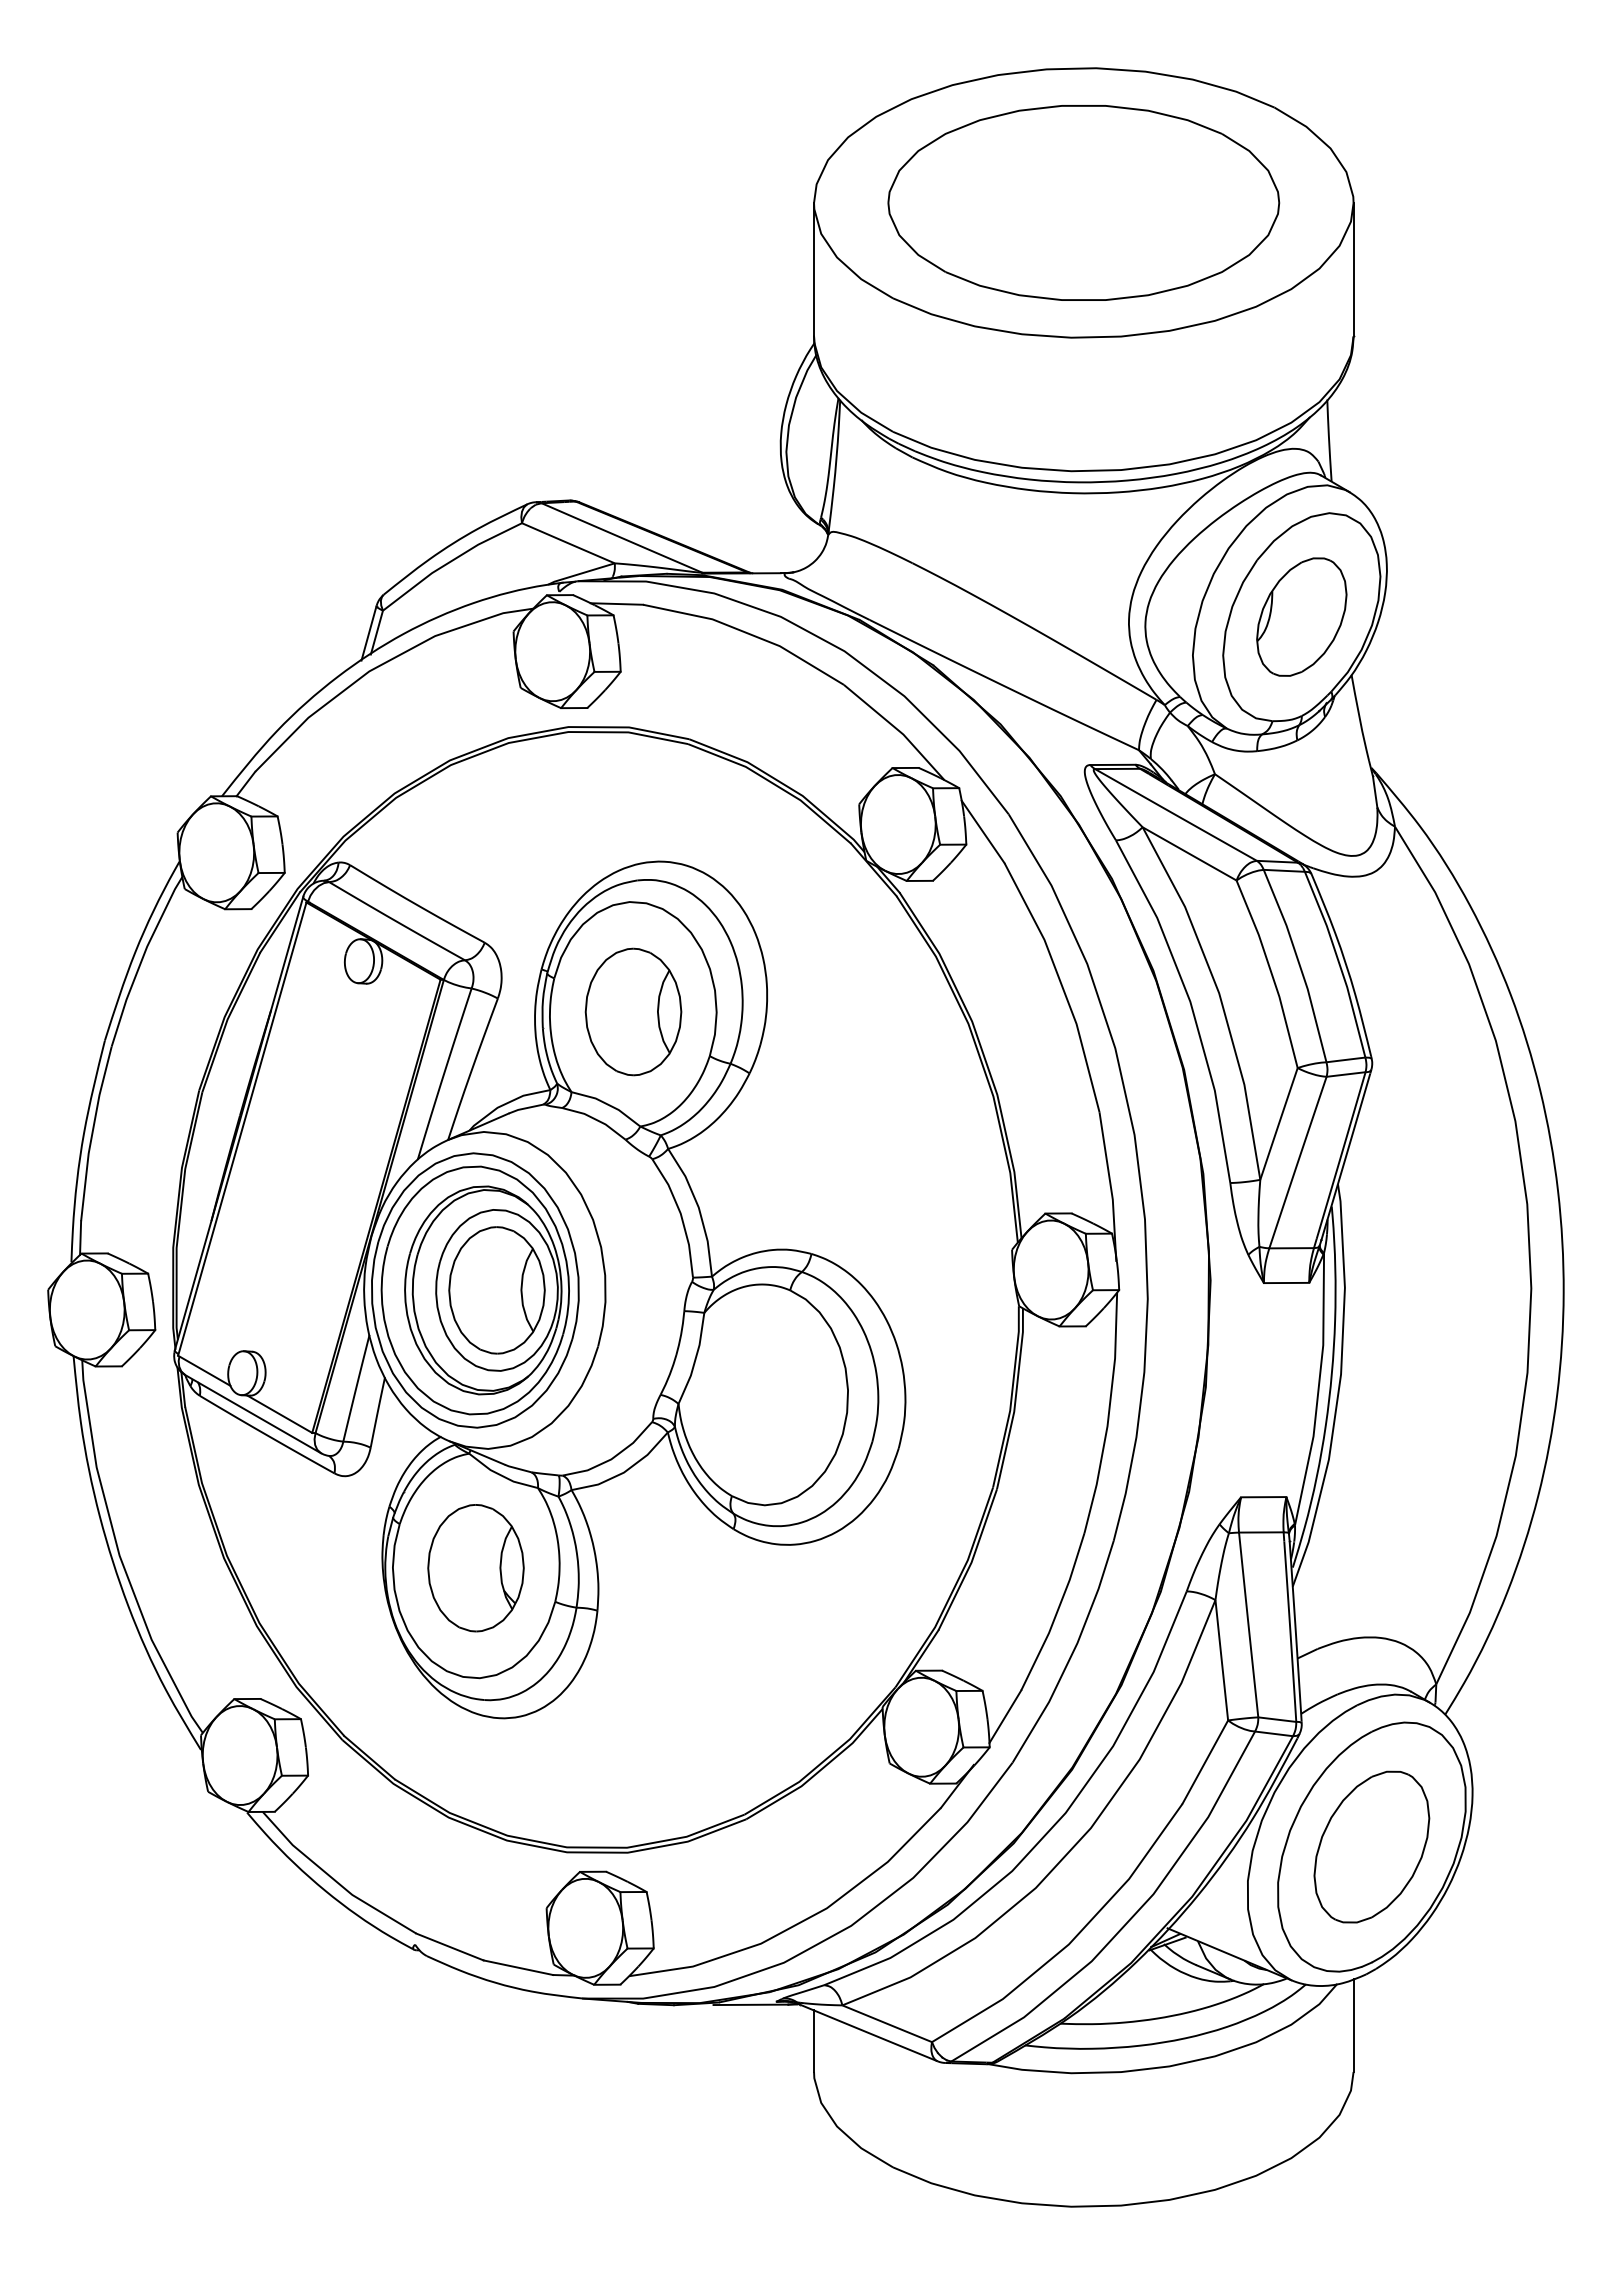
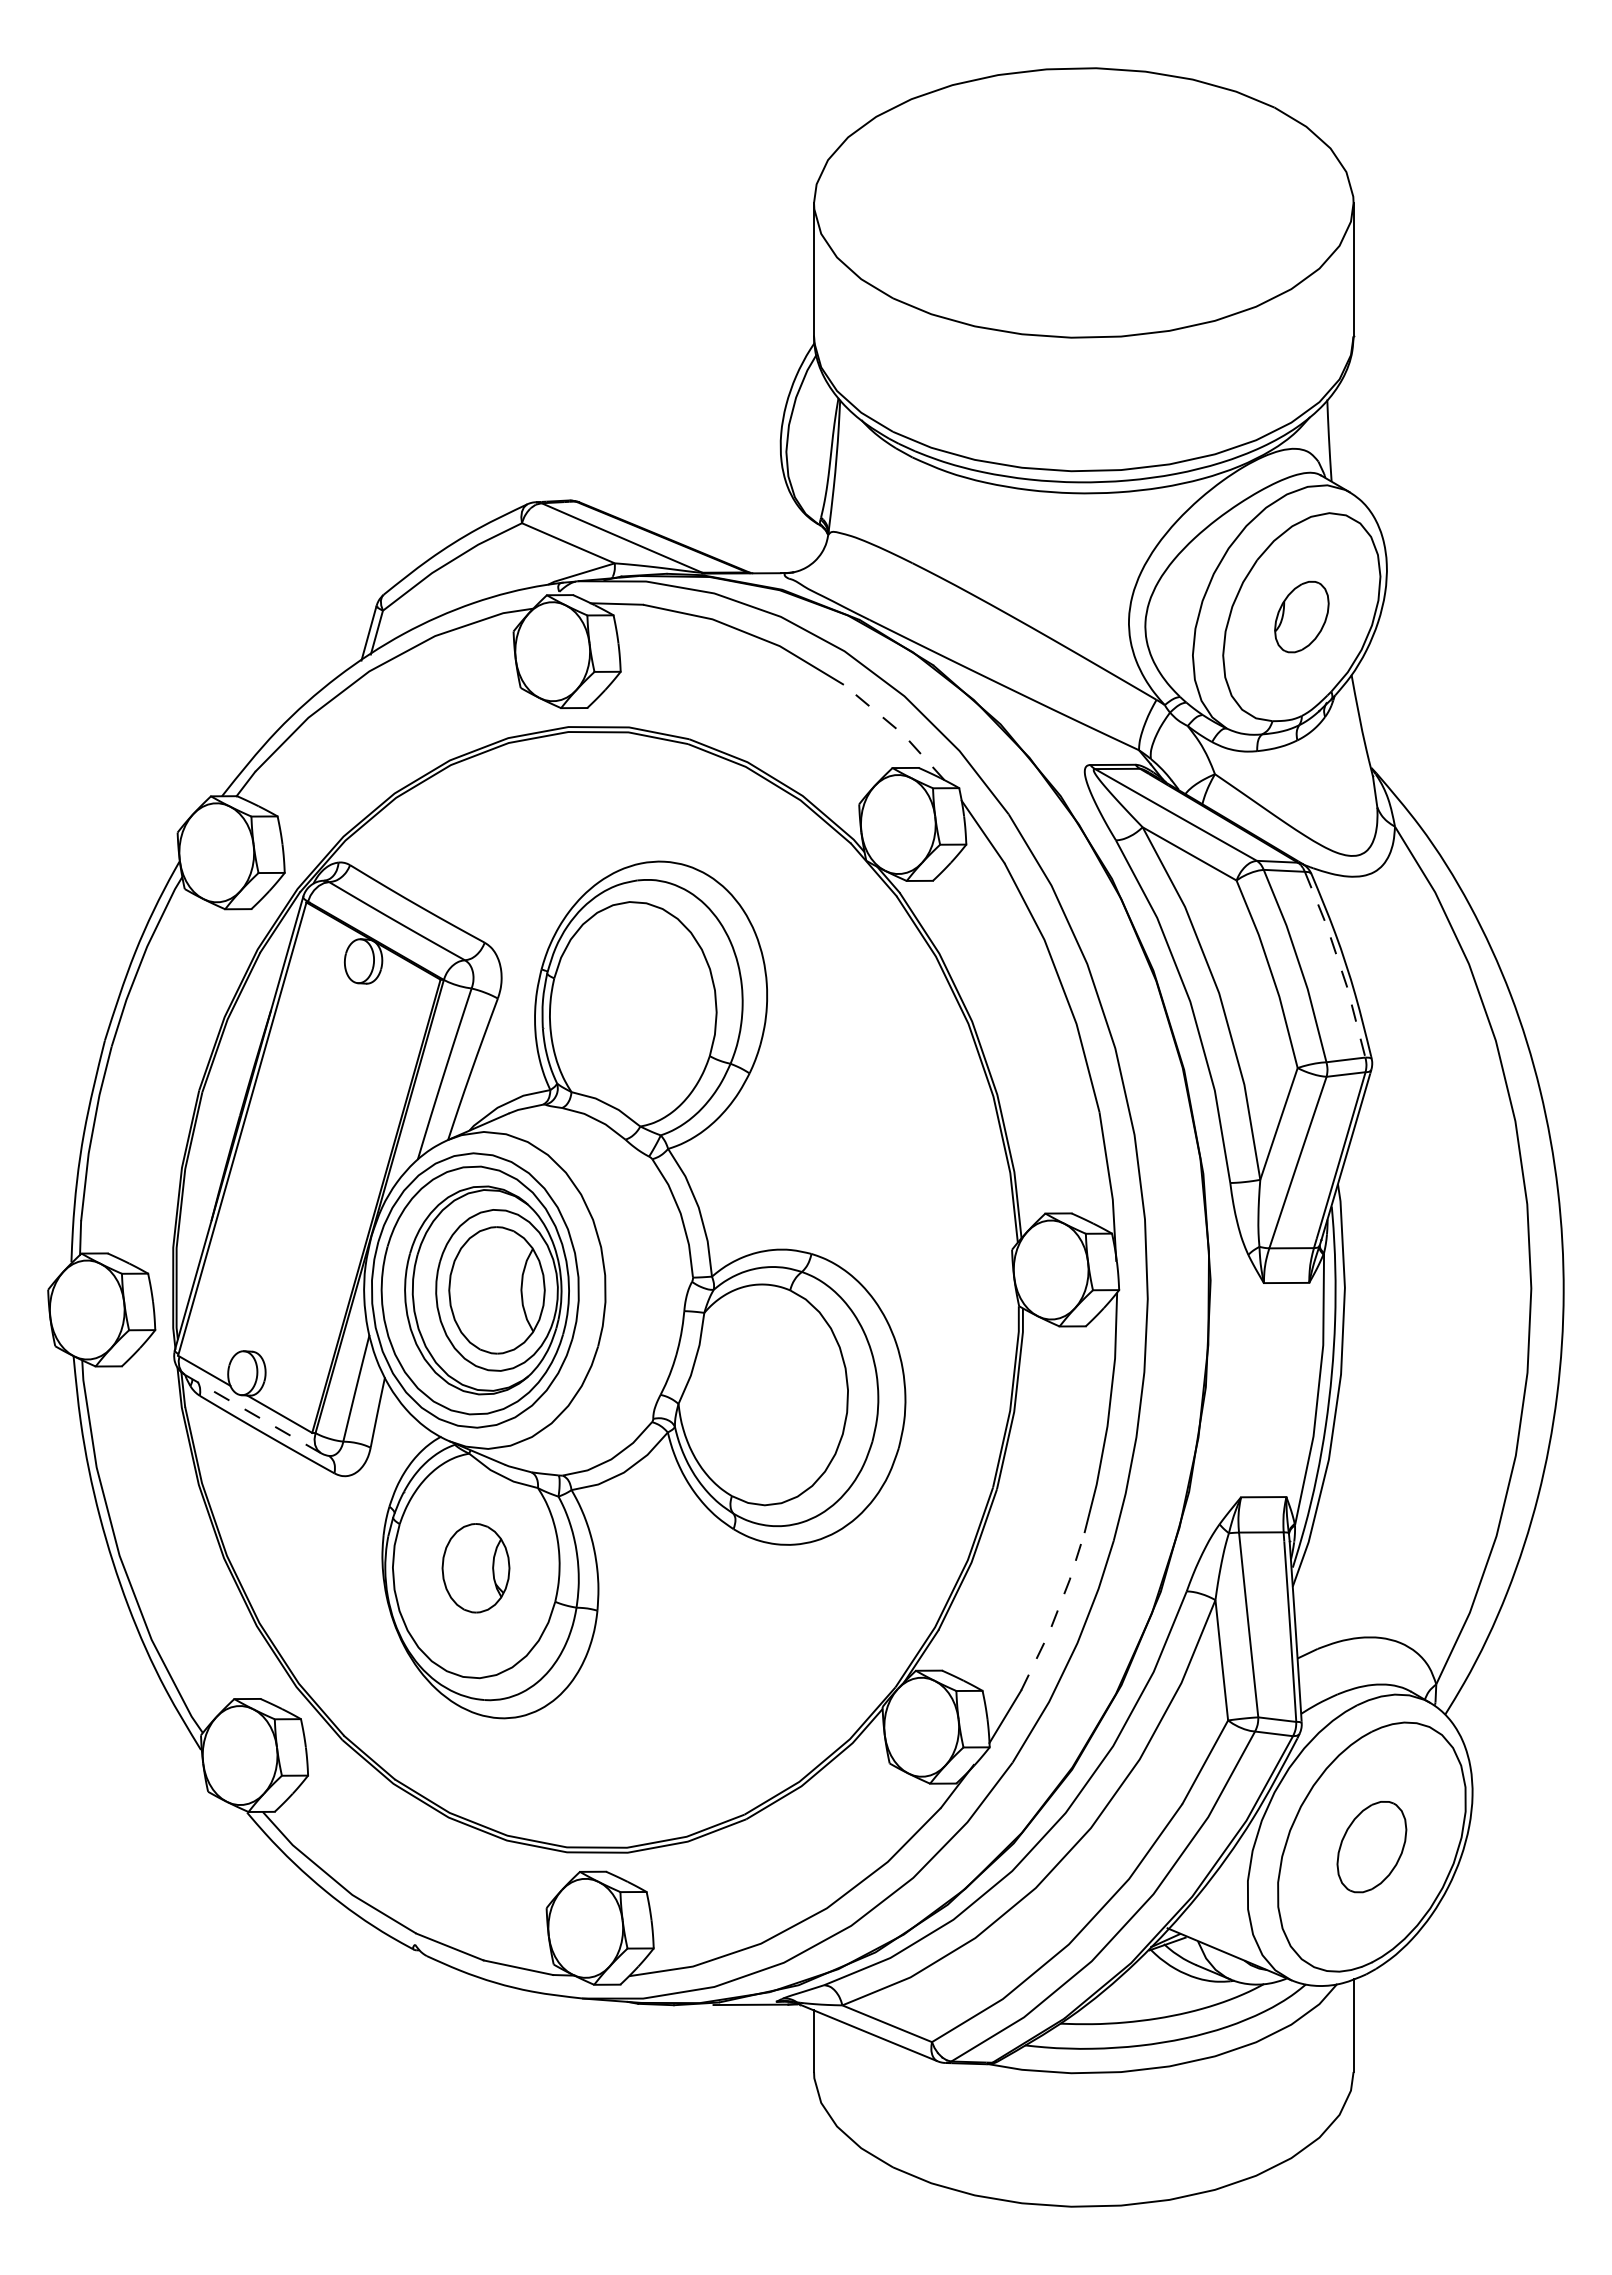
part at (1083, 202): present -> none
part at (1301, 616) size: 92x120 px -> 56x74 px
line at (897, 729): solid -> dashed
line at (1339, 963): solid -> dashed
part at (633, 1011): present -> none
line at (252, 1413): solid -> dashed
part at (475, 1568) size: 98x129 px -> 70x91 px
line at (1056, 1612): solid -> dashed
part at (1371, 1846) size: 118x154 px -> 72x93 px
